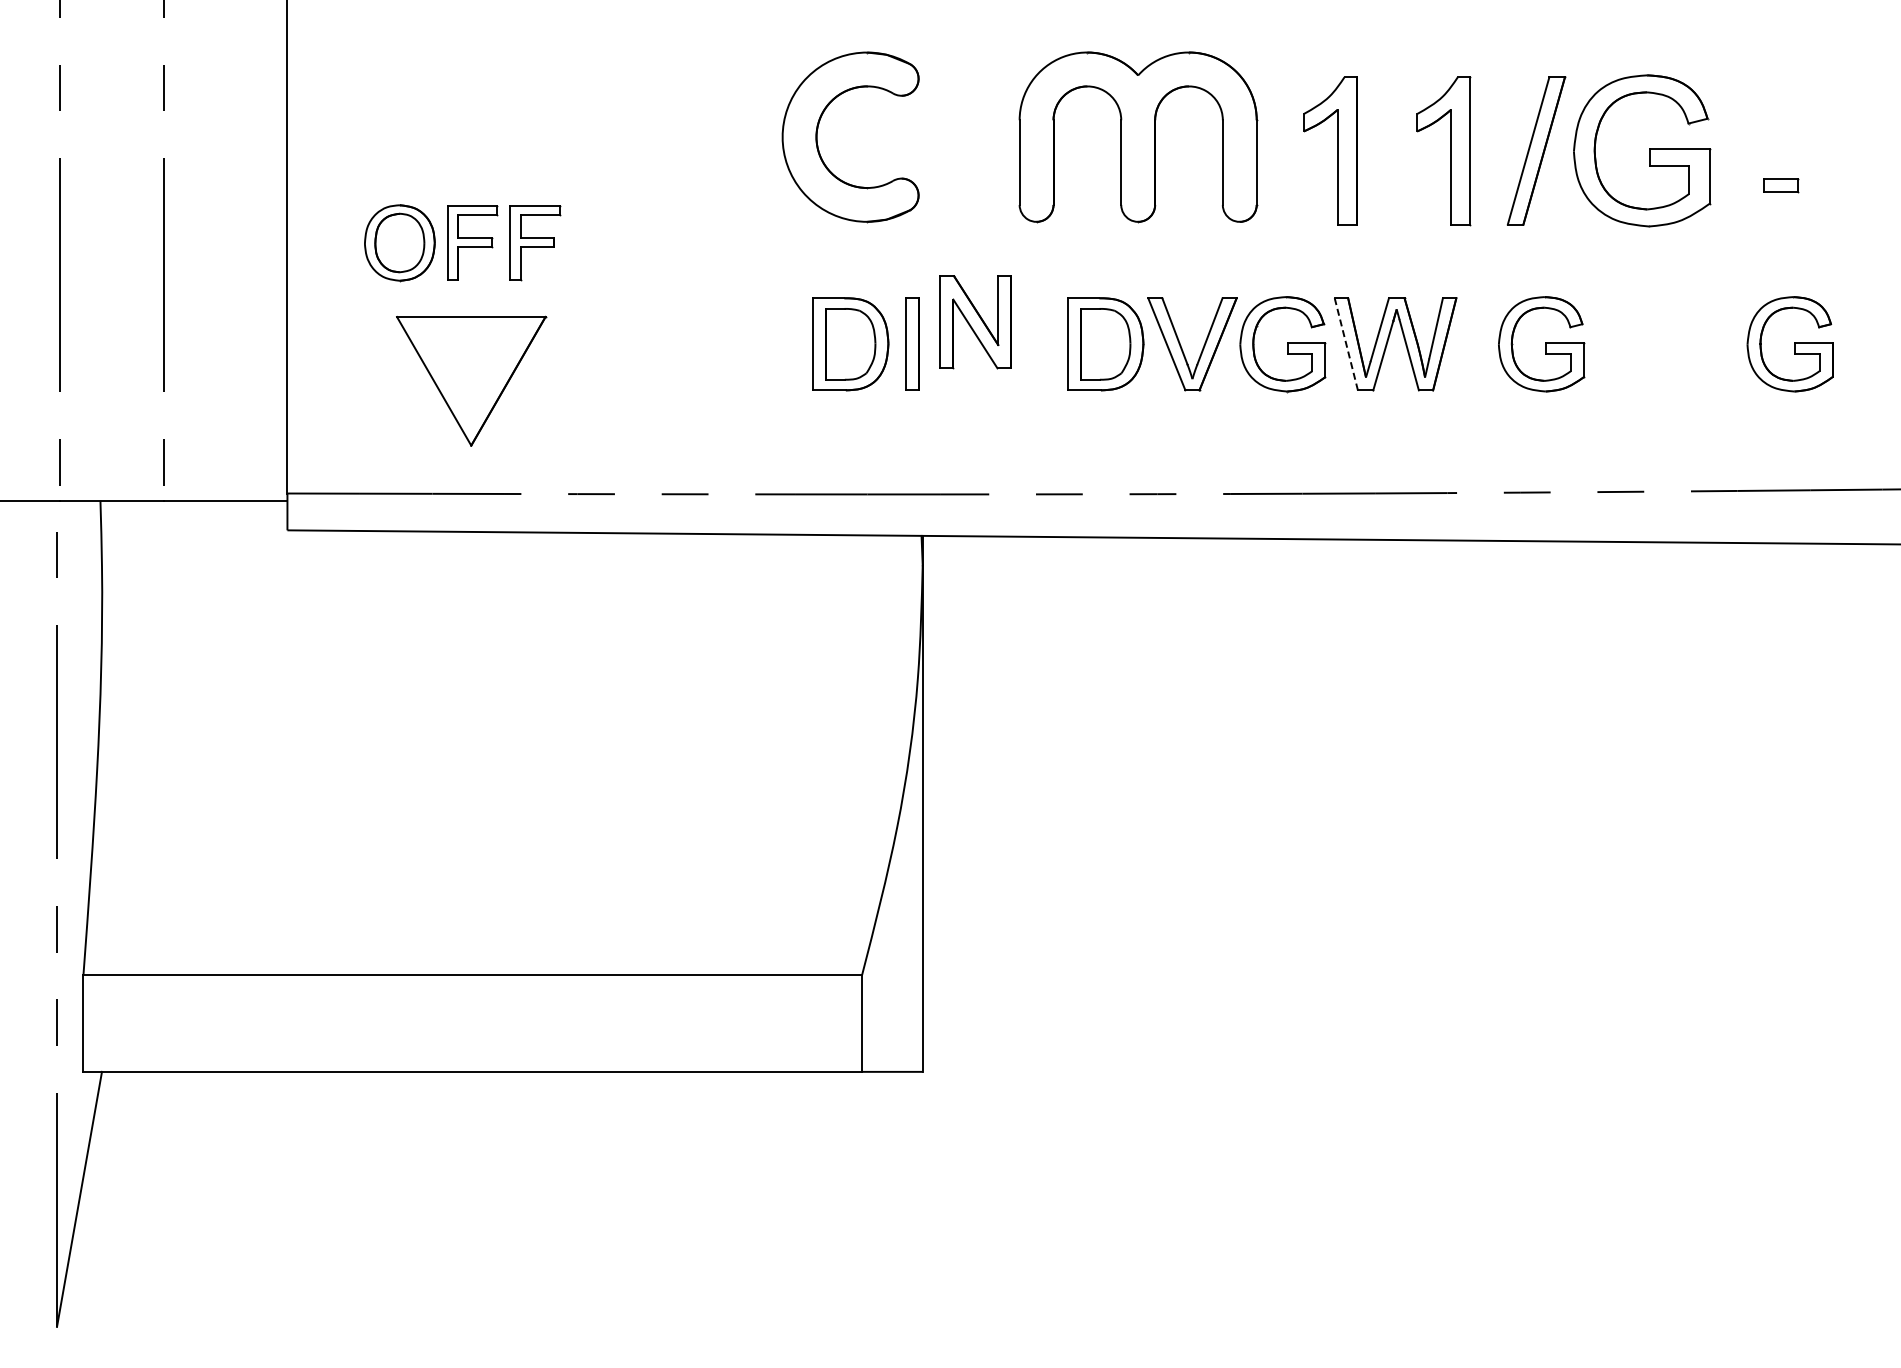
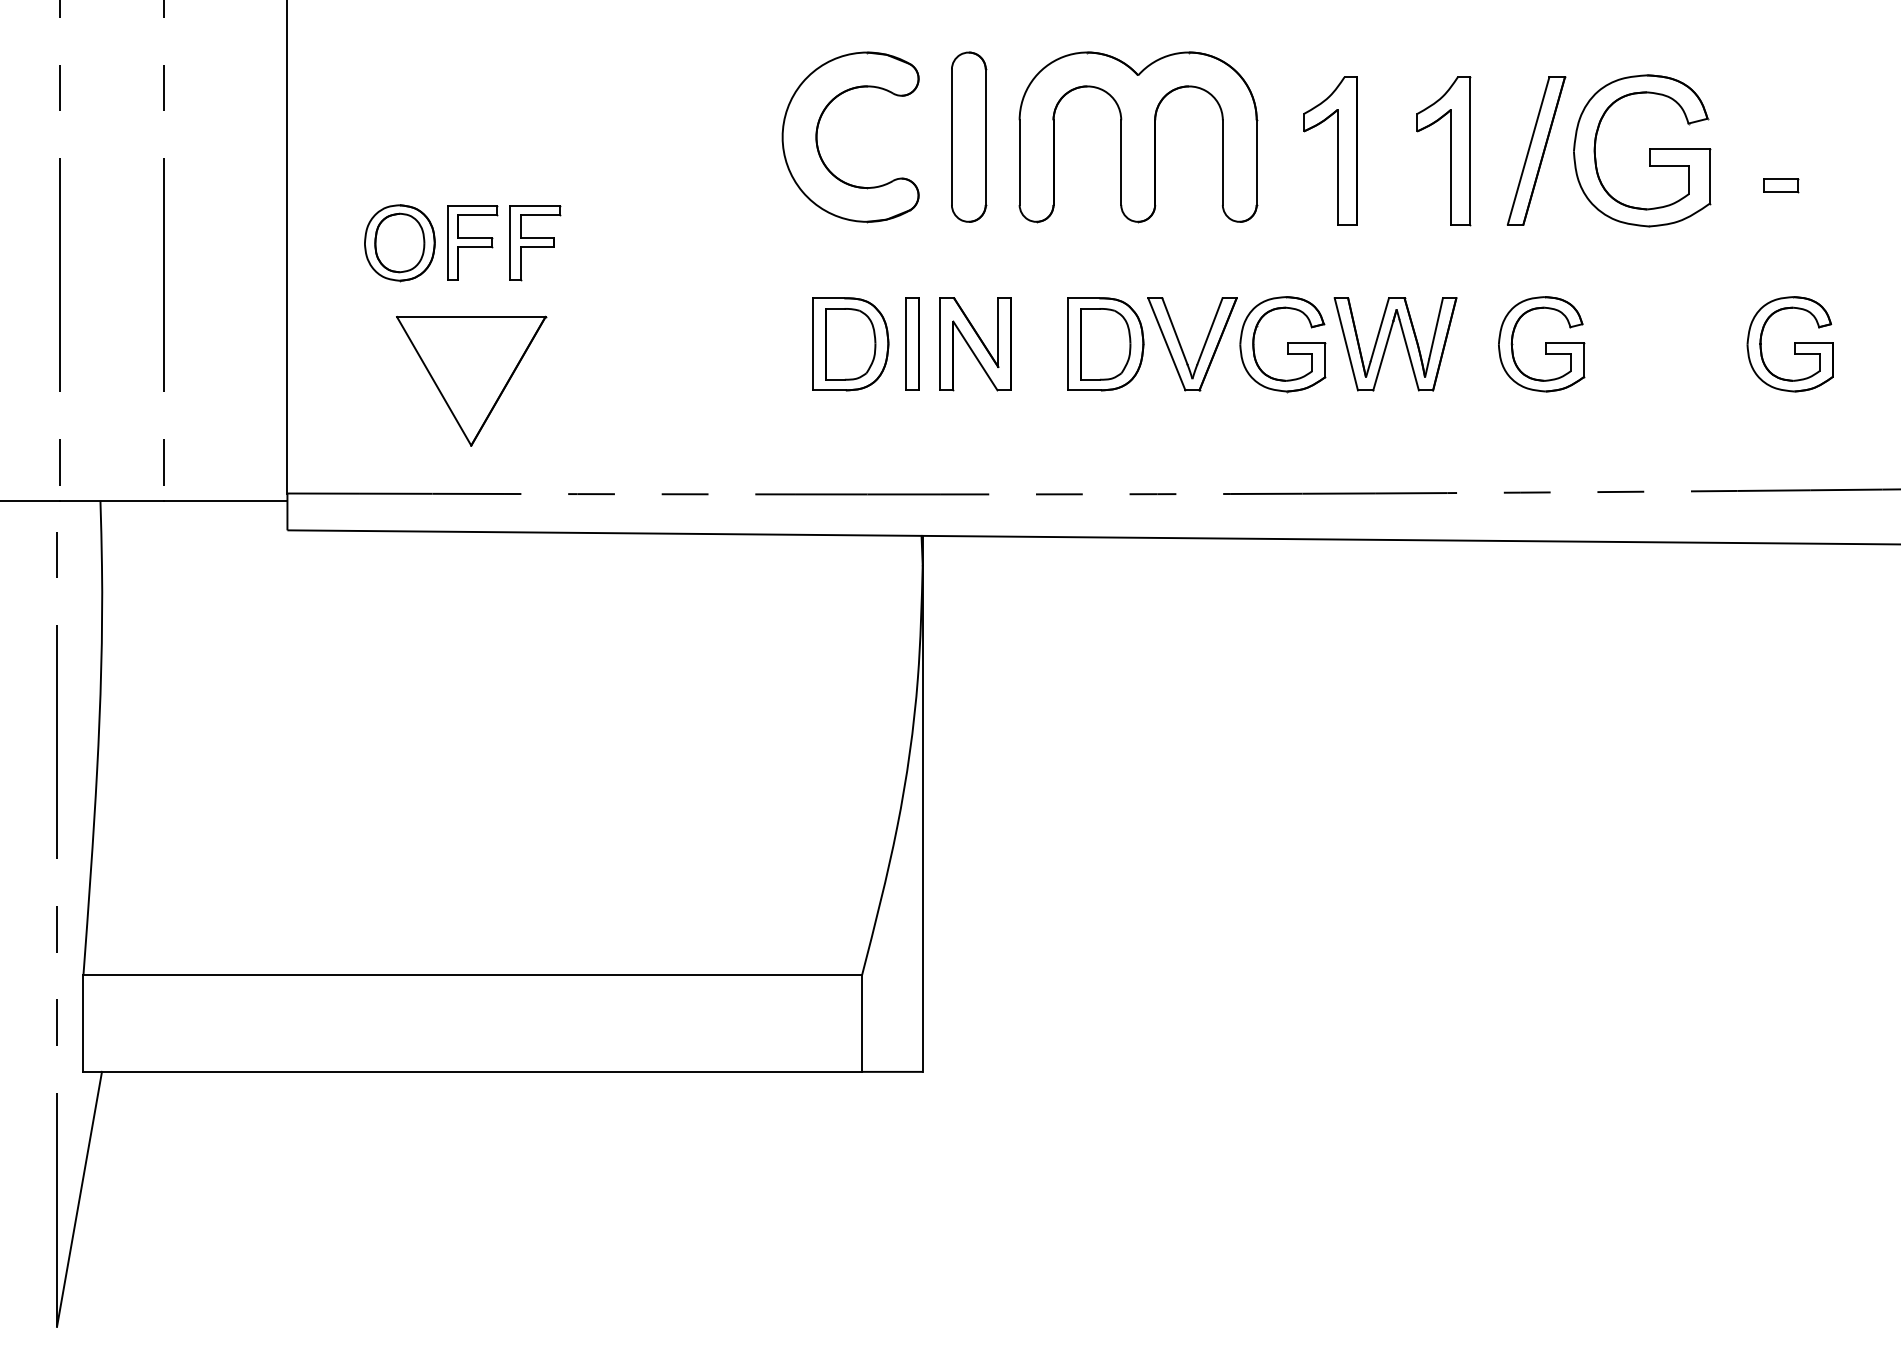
part at (969, 136): none -> present
part at (975, 322) position: (975, 322) -> (975, 344)
line at (1346, 343): dashed -> solid
